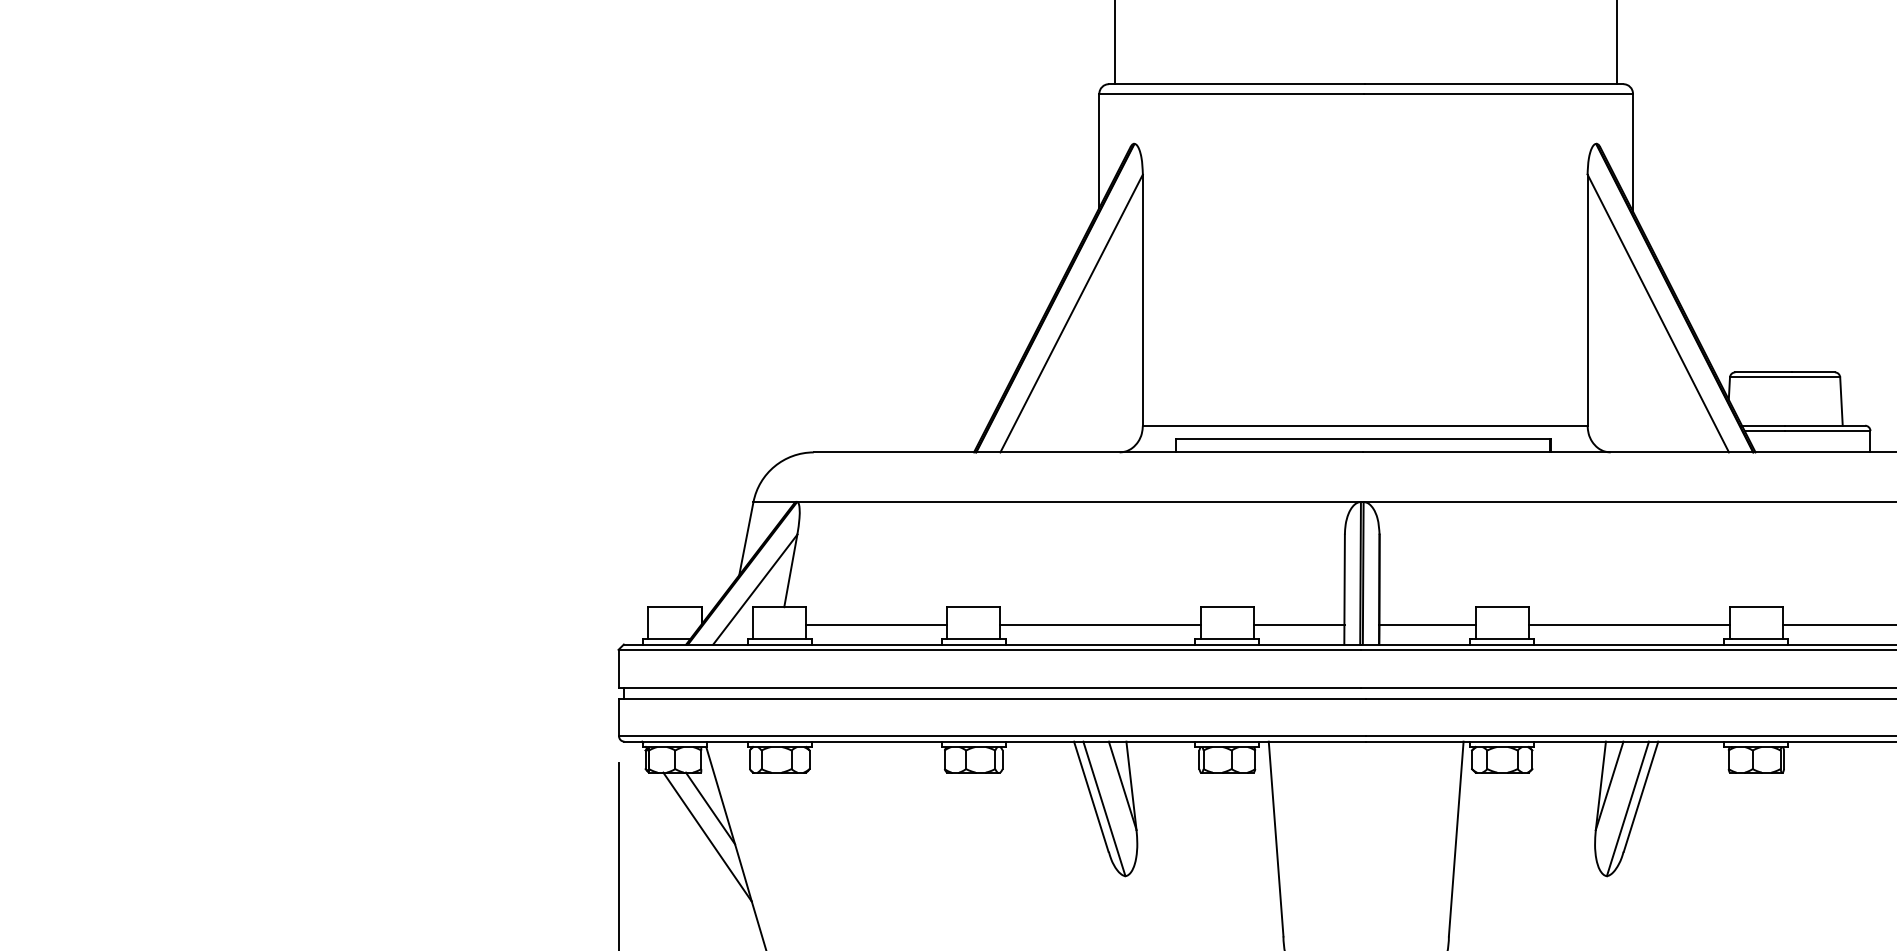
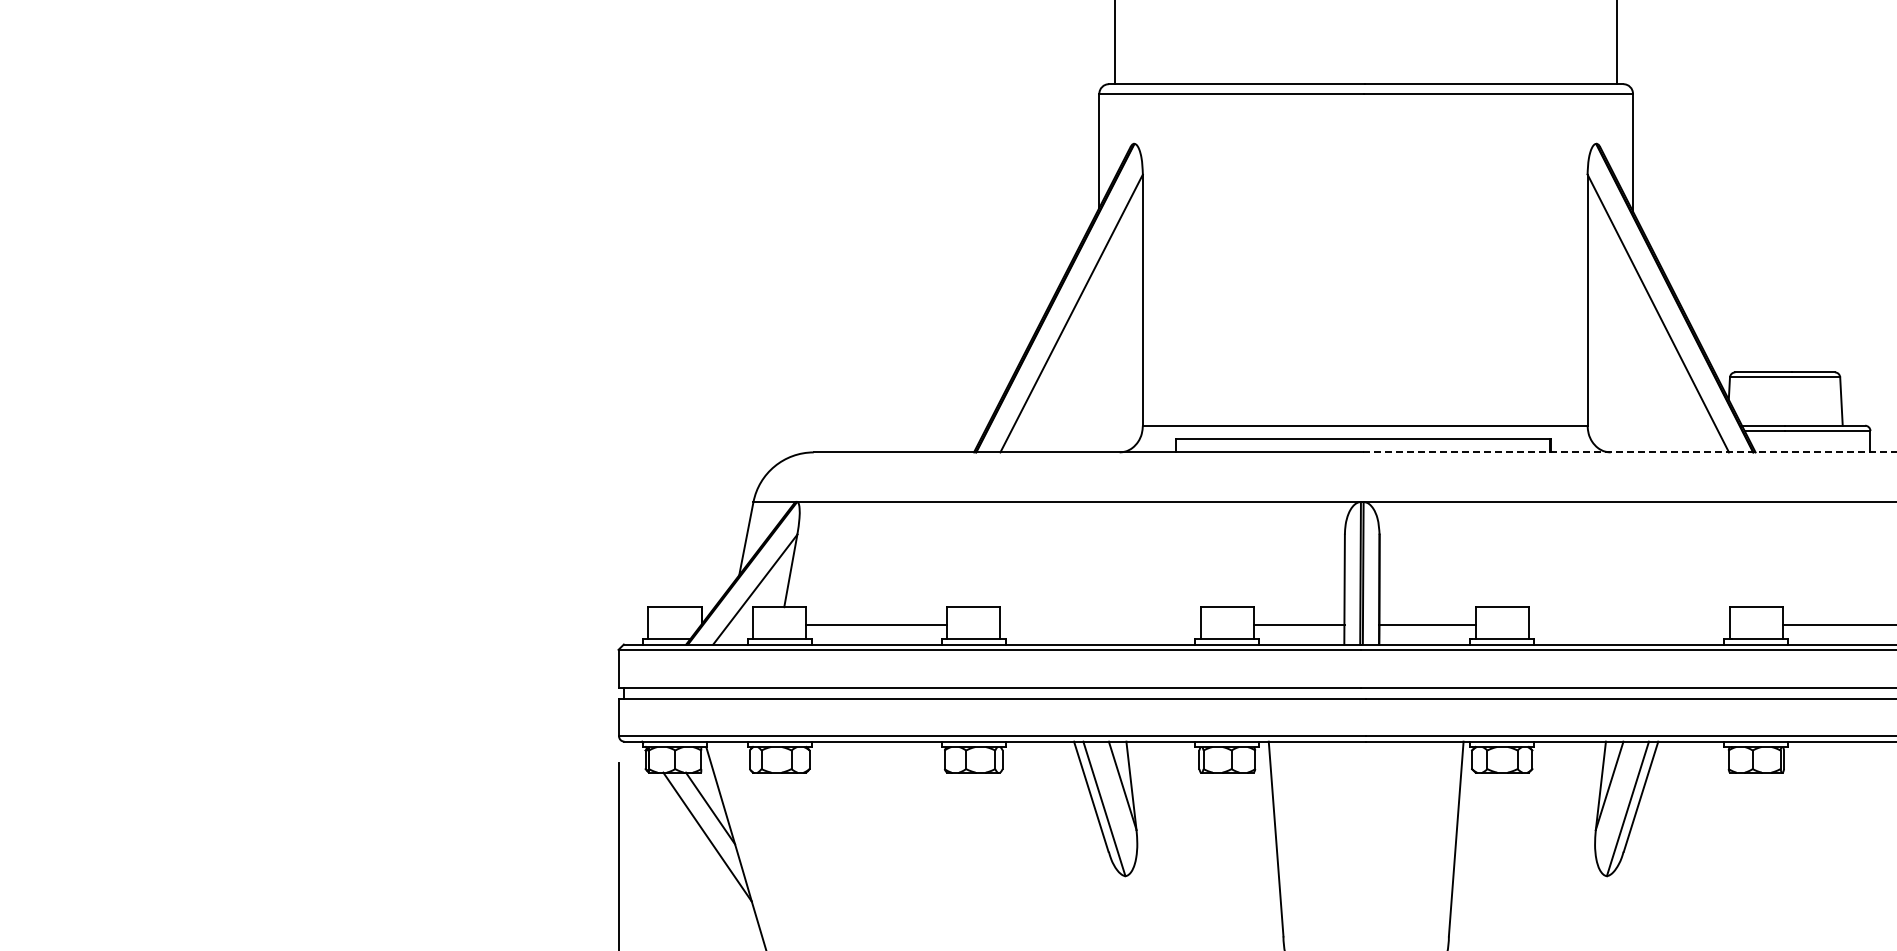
line at (1629, 452): solid -> dashed
line at (1100, 625): present -> none
line at (1628, 625): present -> none
